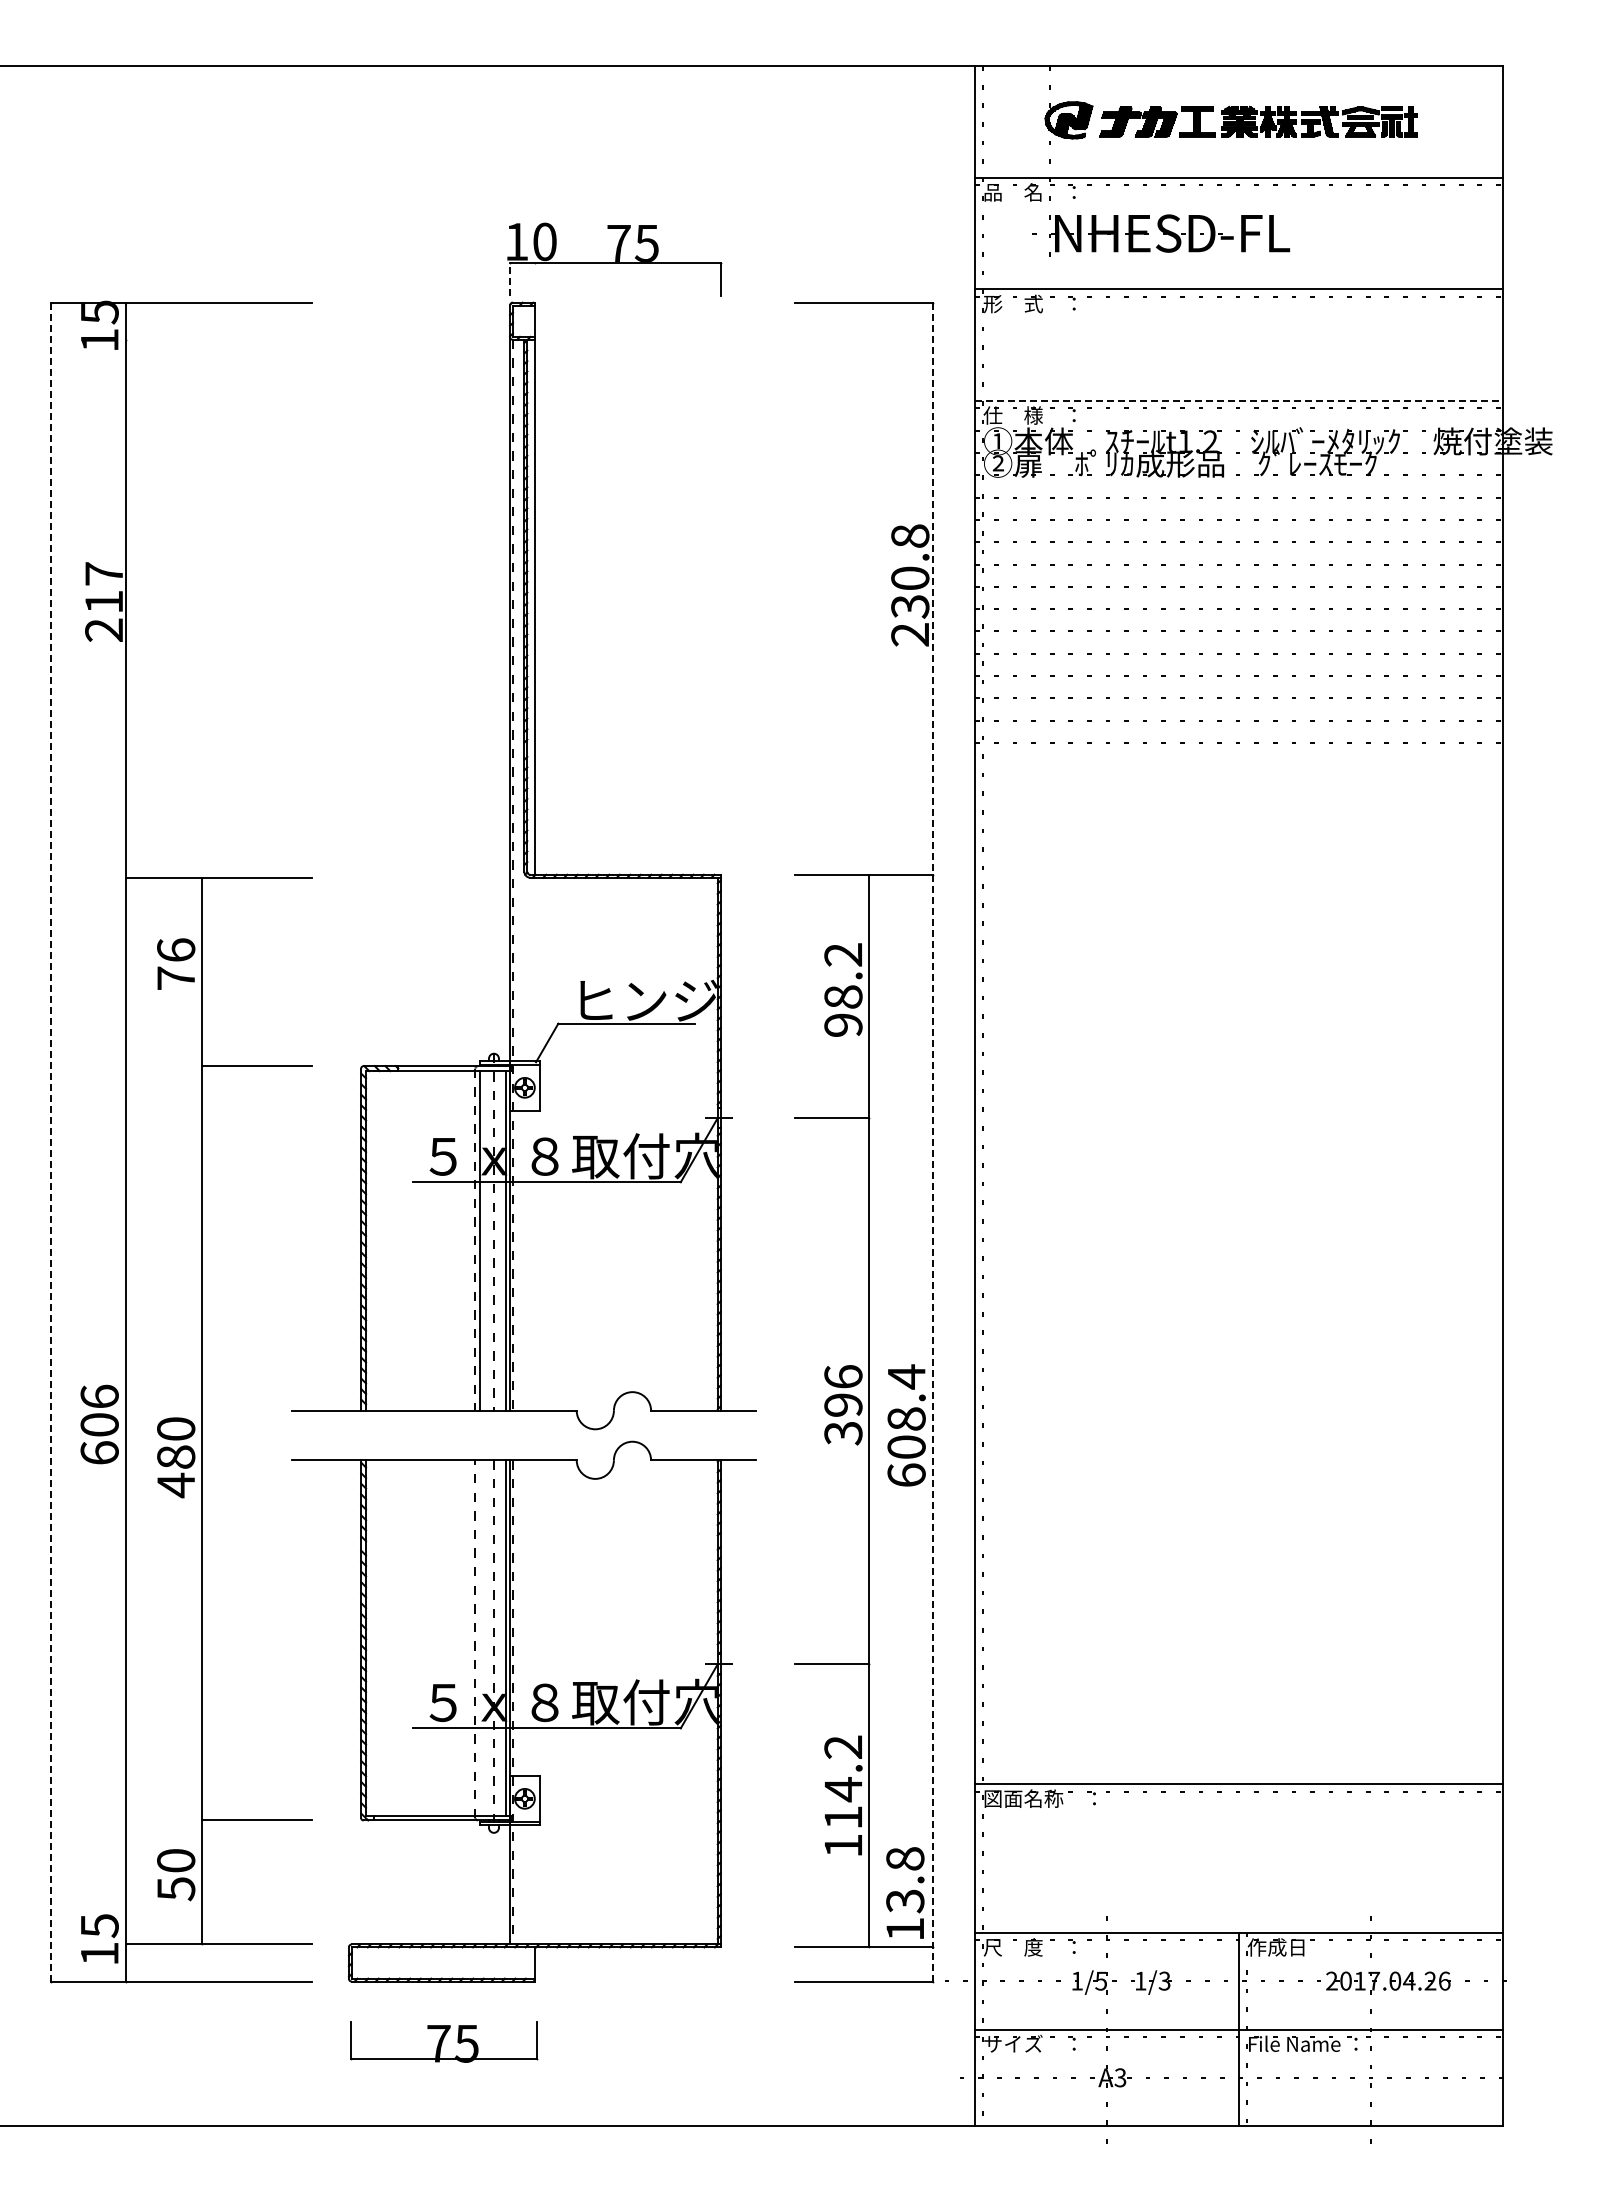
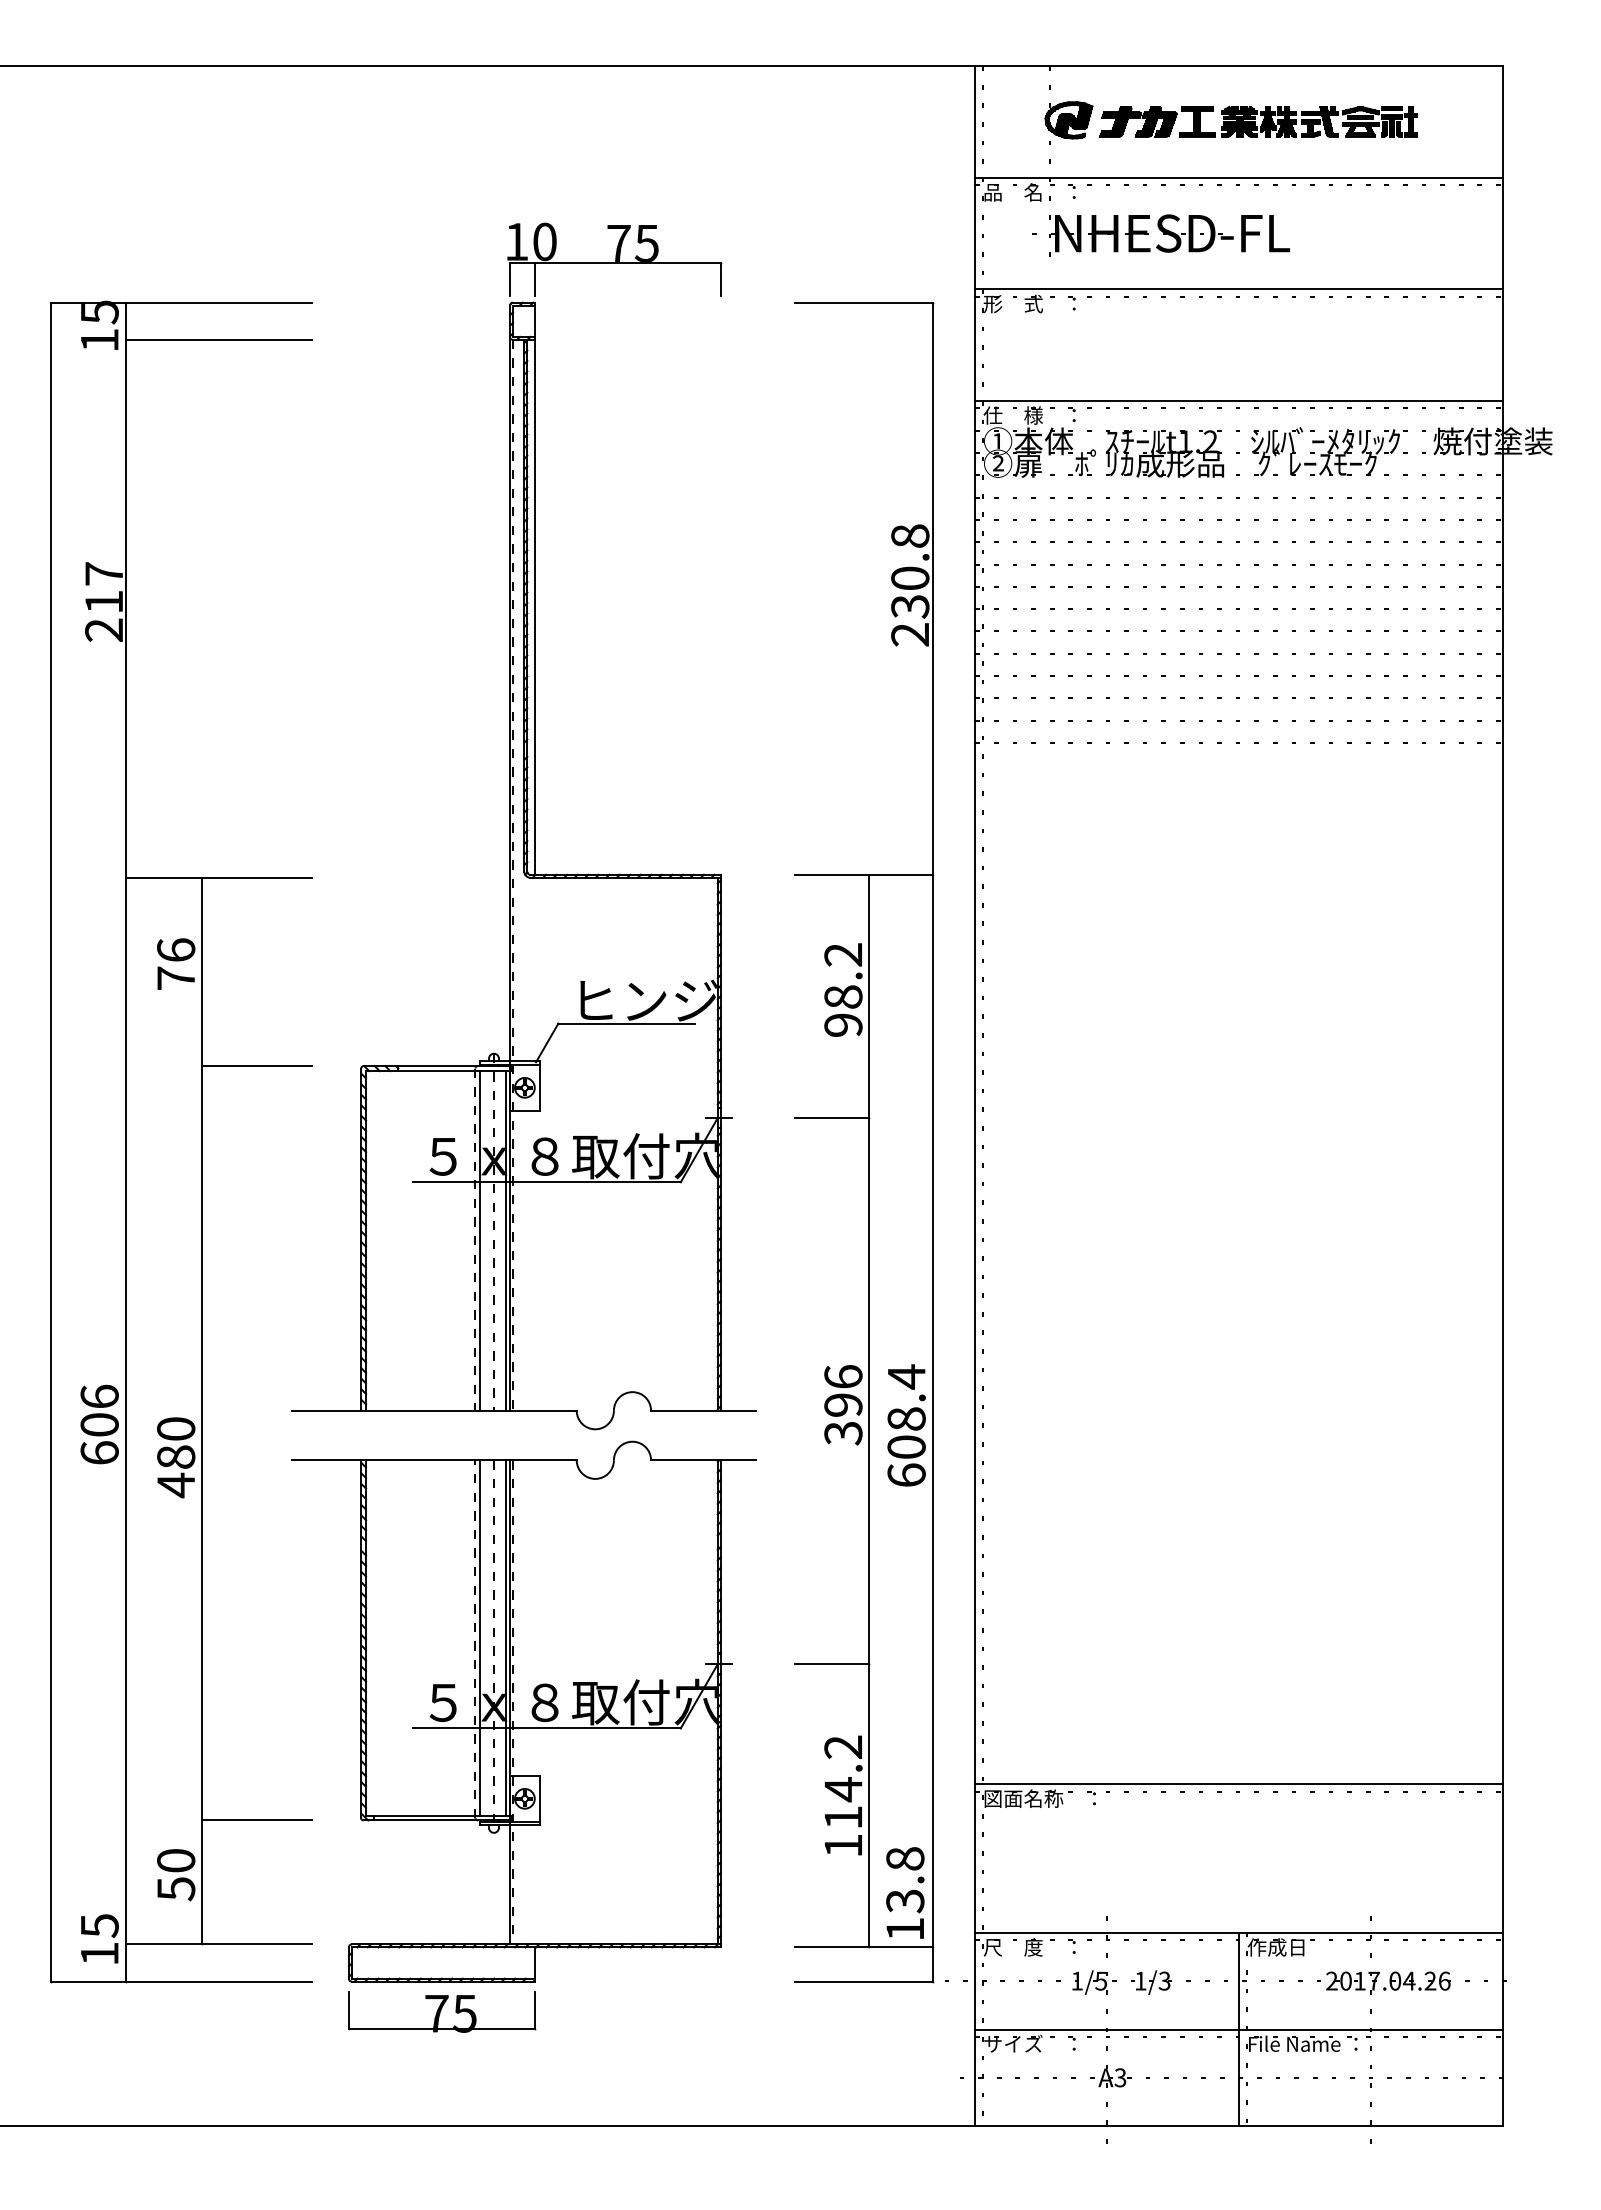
line at (510, 279): dashed -> solid
line at (534, 279): none -> present
line at (218, 339): none -> present
line at (1239, 400): dashed -> solid
line at (51, 1142): dashed -> solid
line at (932, 1142): dashed -> solid
line at (480, 1637): none -> present
part at (444, 2041) position: (444, 2041) -> (442, 2011)
